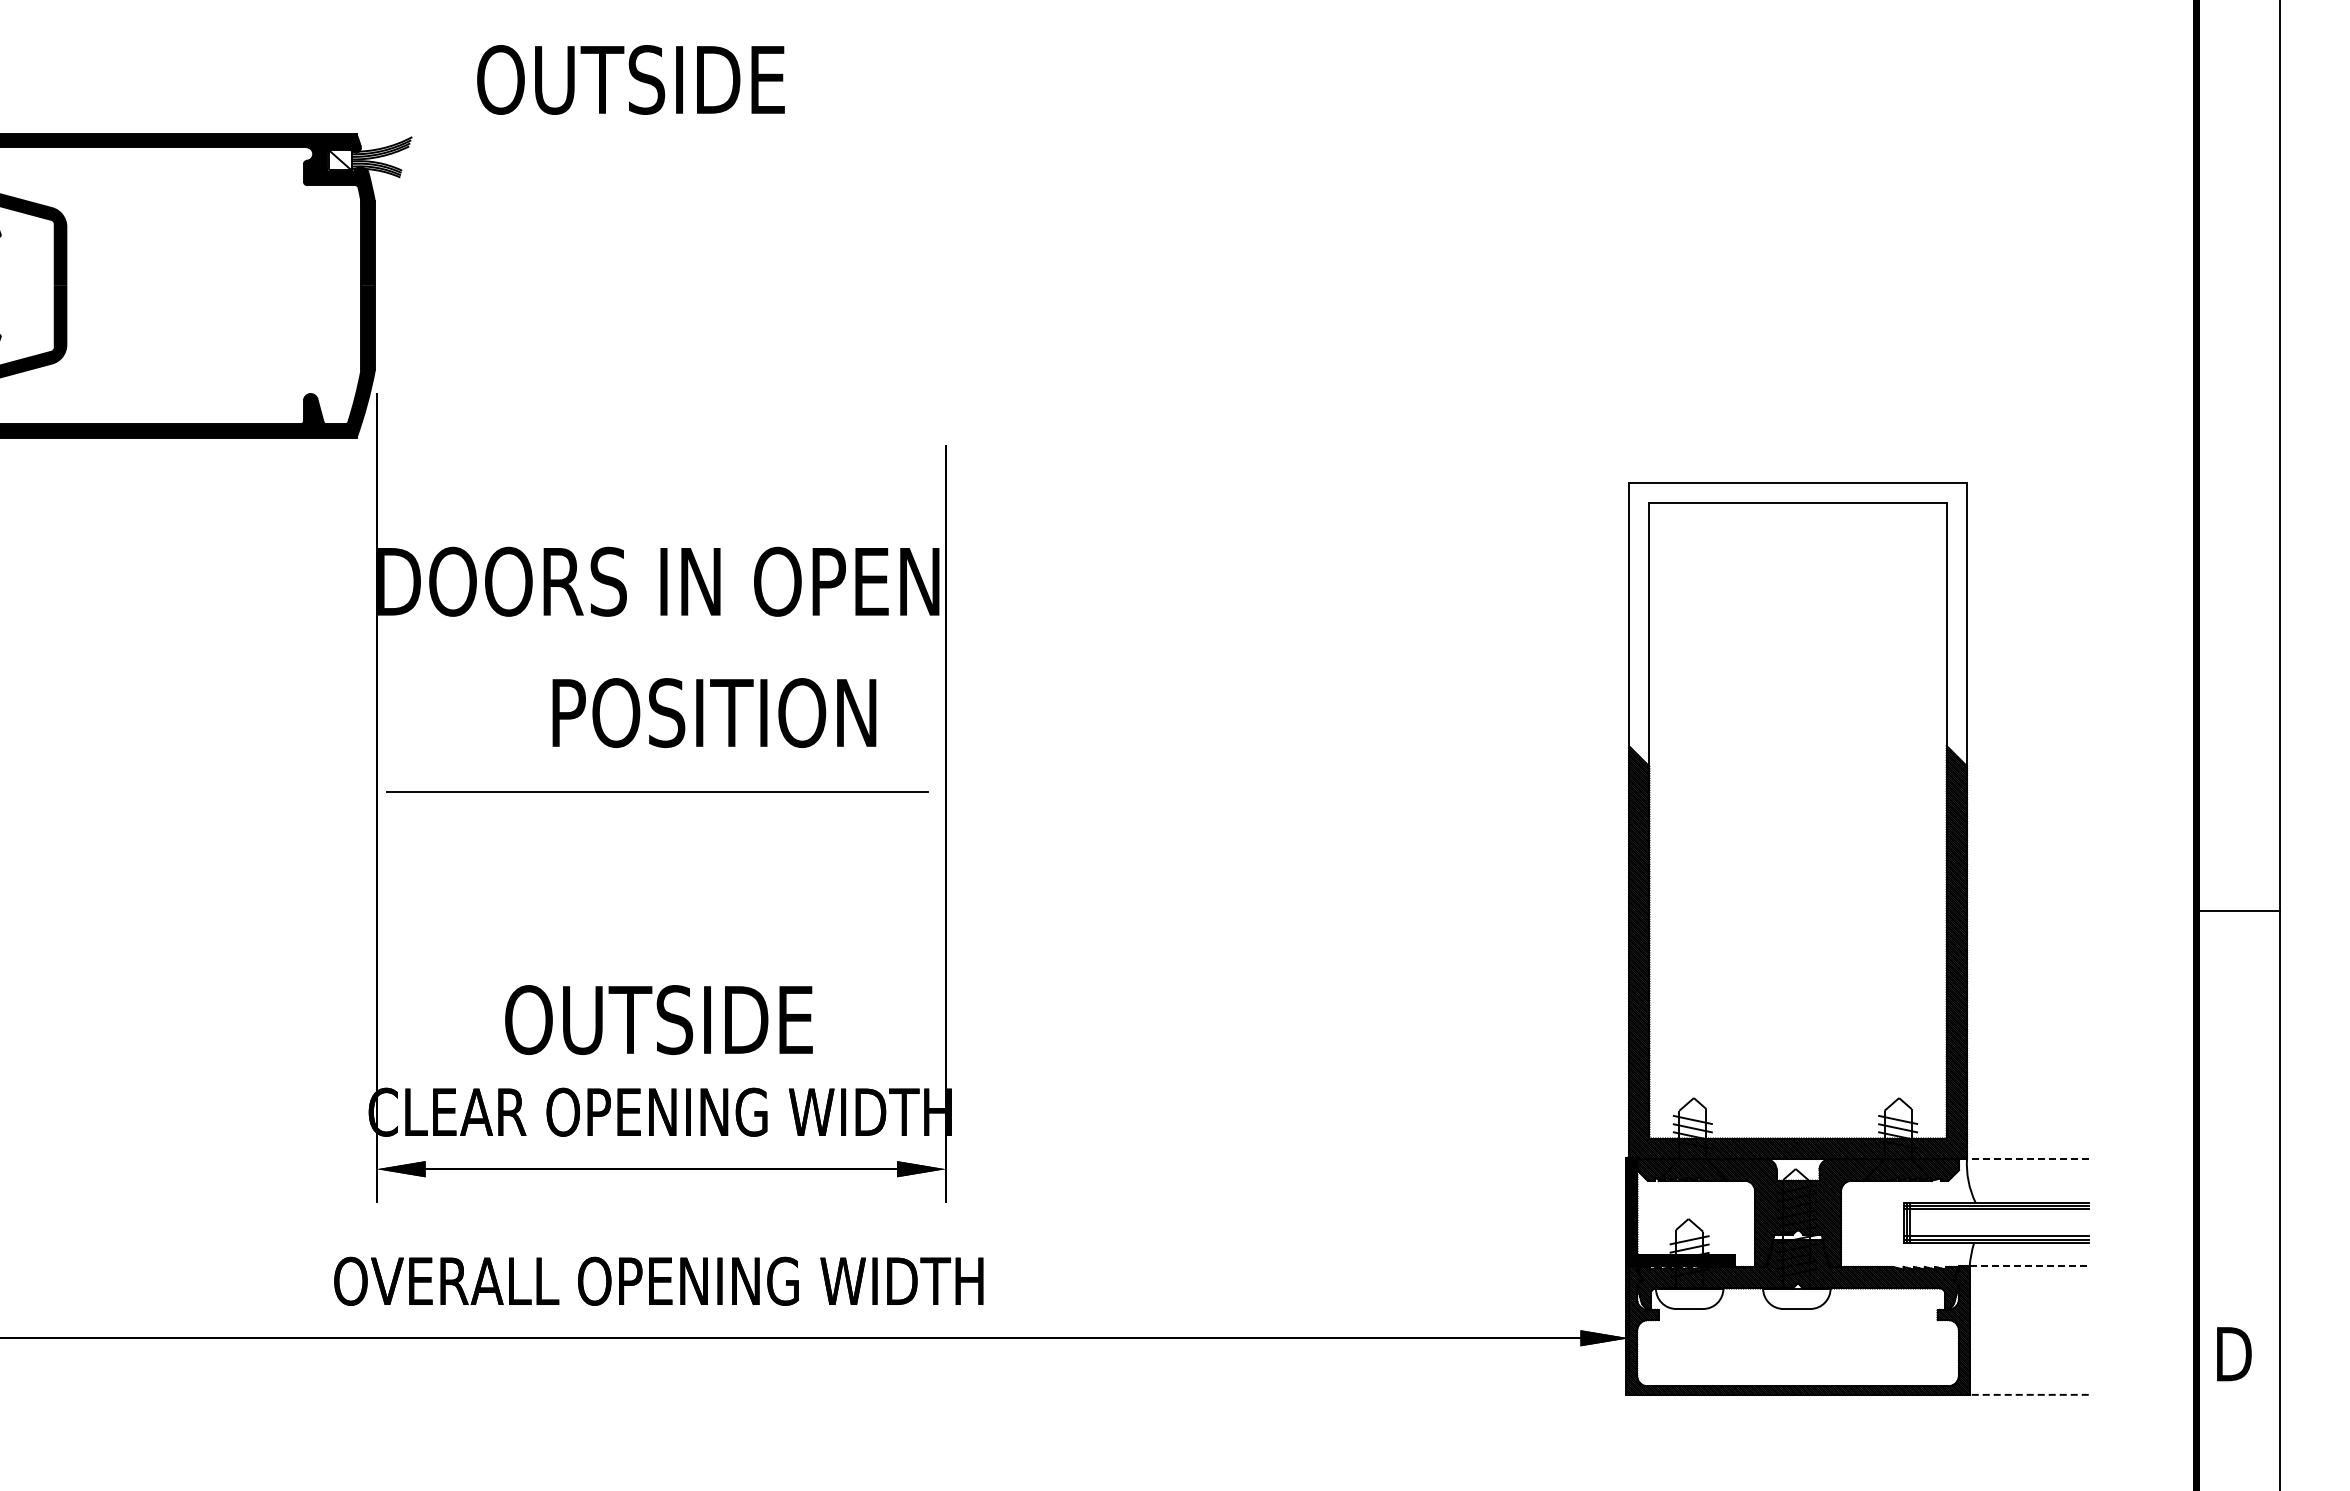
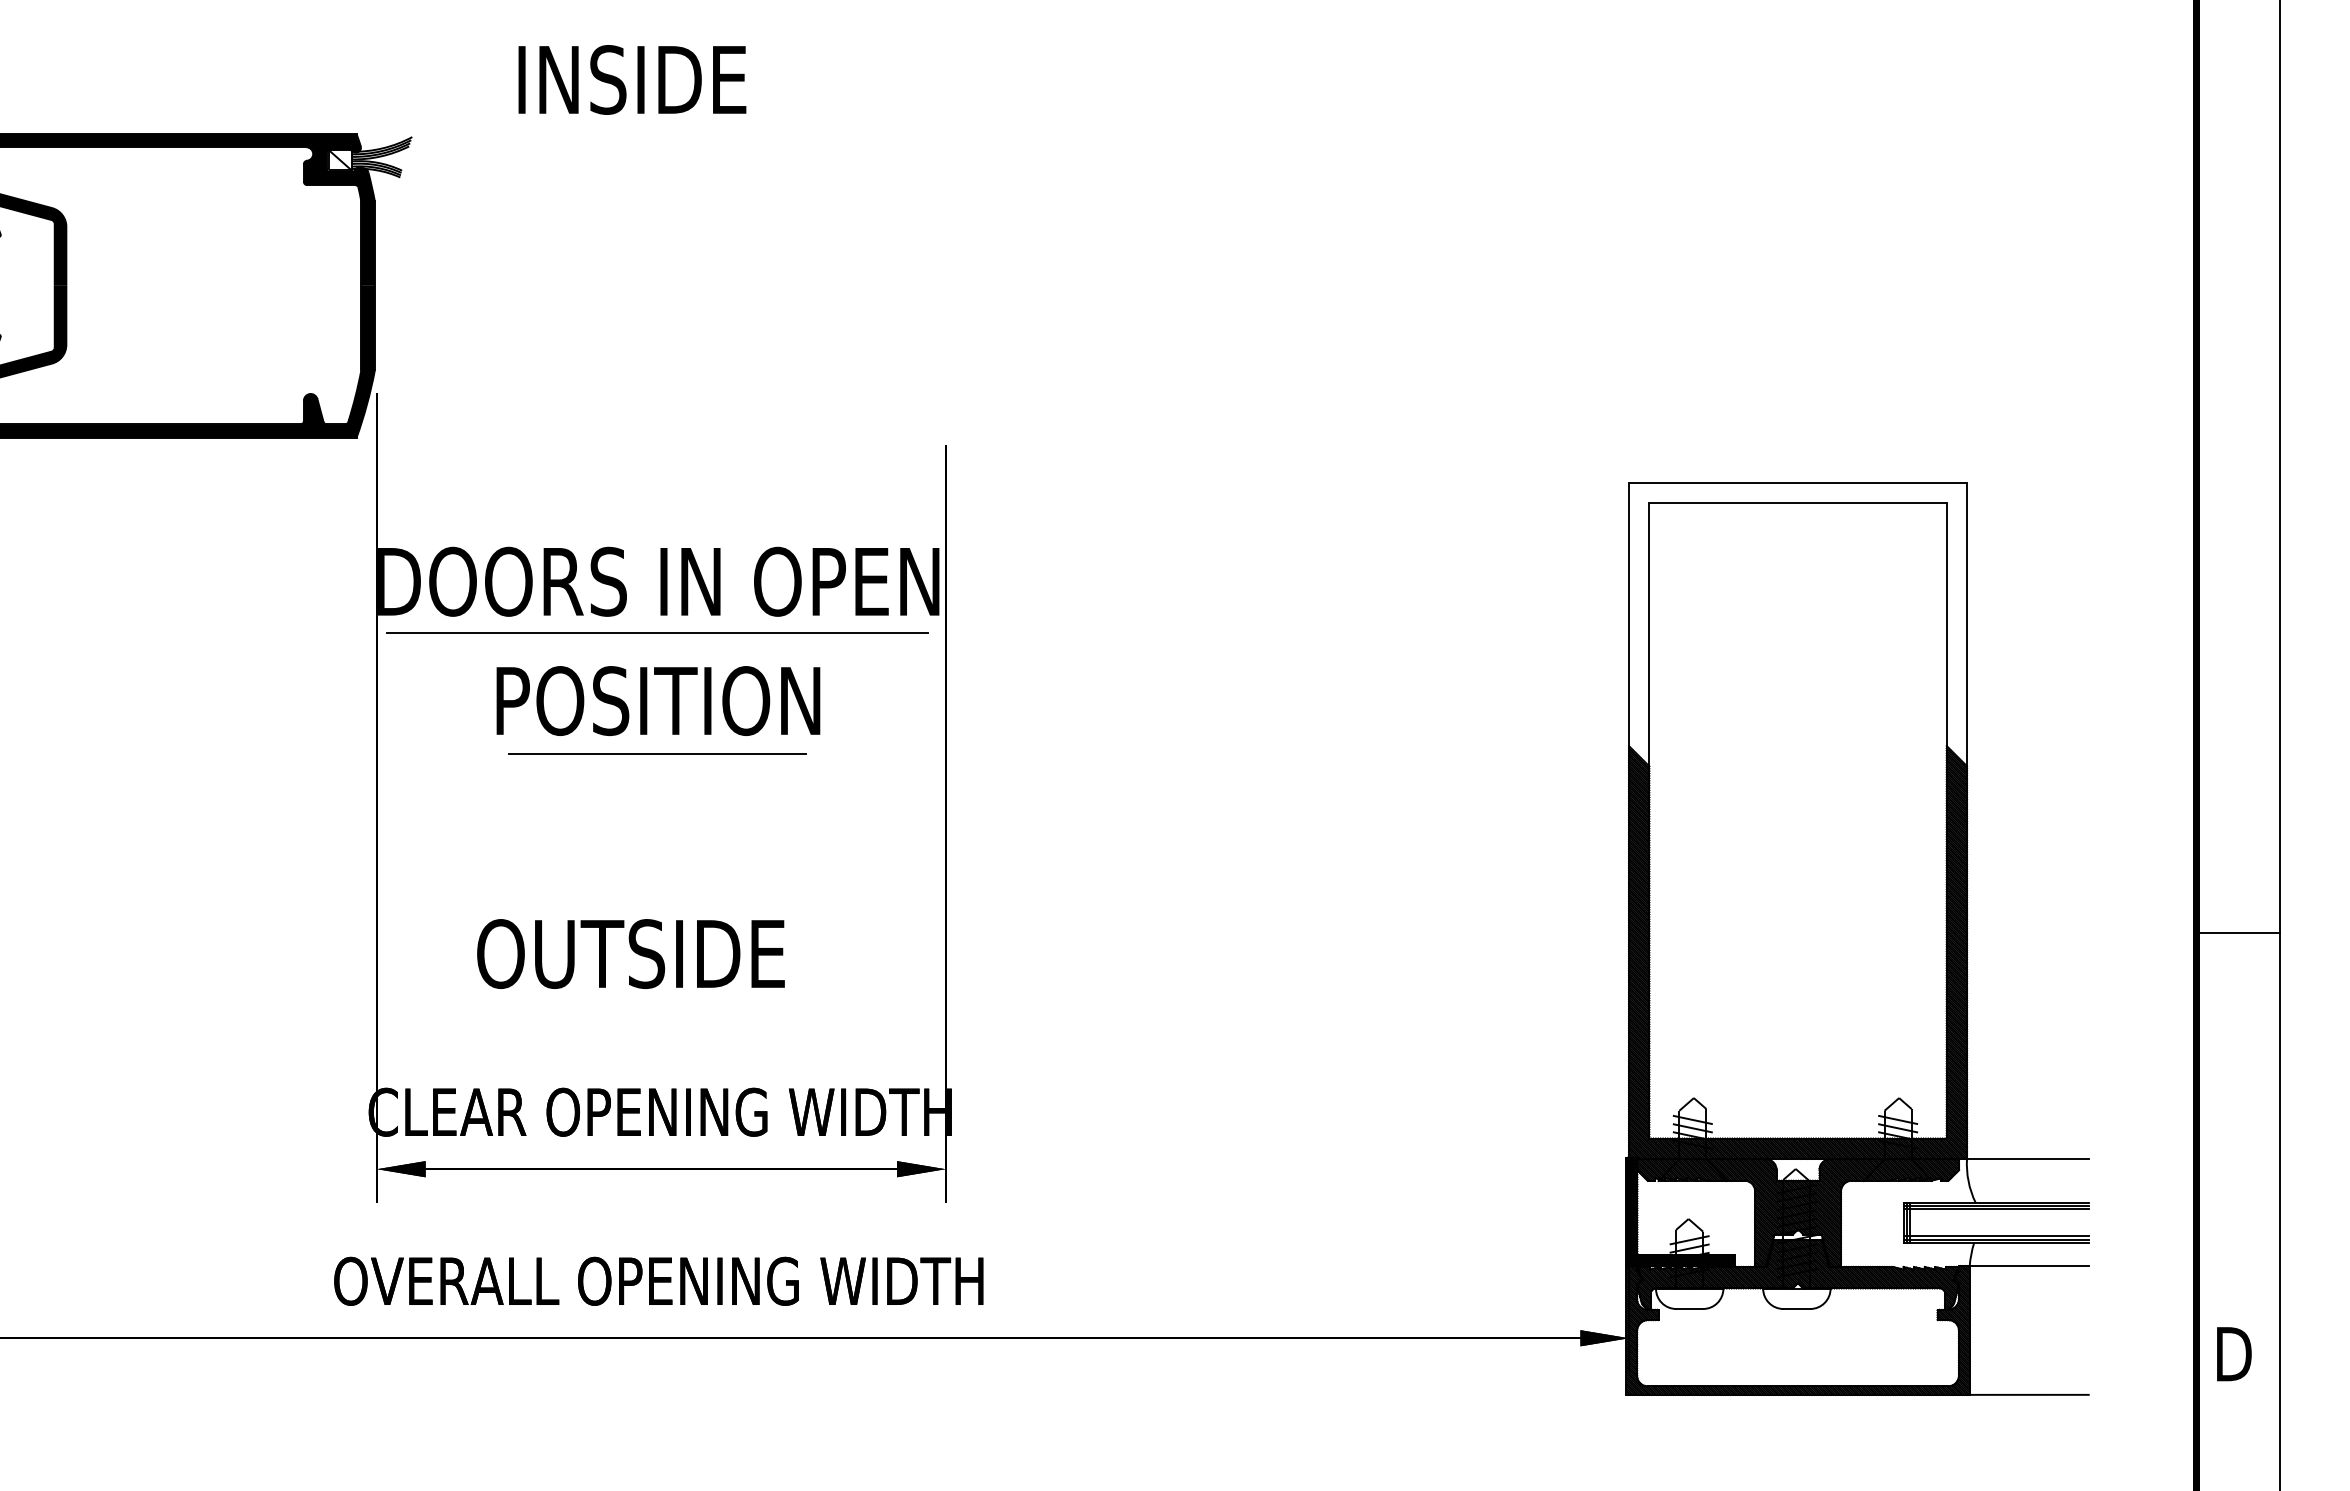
text at (630, 79): OUTSIDE -> INSIDE
text at (714, 712) position: (714, 712) -> (658, 700)
line at (657, 754): none -> present
line at (657, 791) position: (657, 791) -> (657, 632)
line at (2237, 910) position: (2237, 910) -> (2237, 932)
text at (658, 1019) position: (658, 1019) -> (630, 953)
line at (2027, 1158): dashed -> solid
line at (2029, 1266): dashed -> solid
line at (2028, 1394): dashed -> solid
